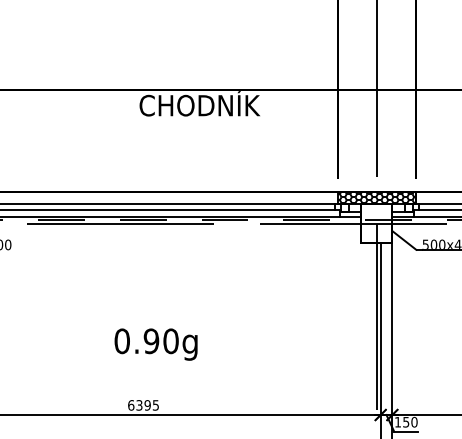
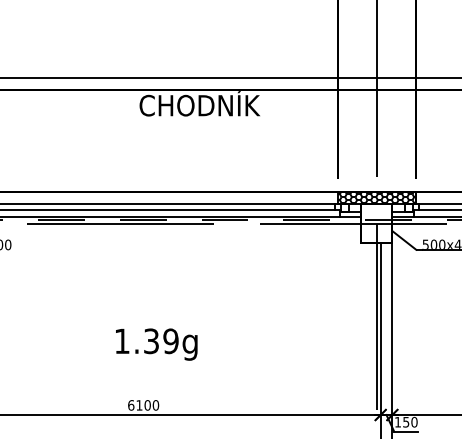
line at (230, 78): none -> present
text at (146, 341): 0.90g -> 1.39g
text at (147, 405): 6395 -> 6100
